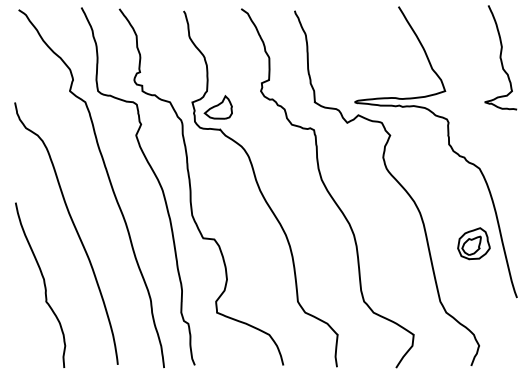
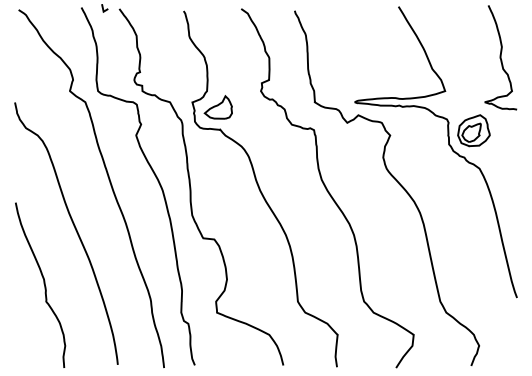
line at (103, 8): none -> present
part at (473, 243) position: (473, 243) -> (473, 130)
